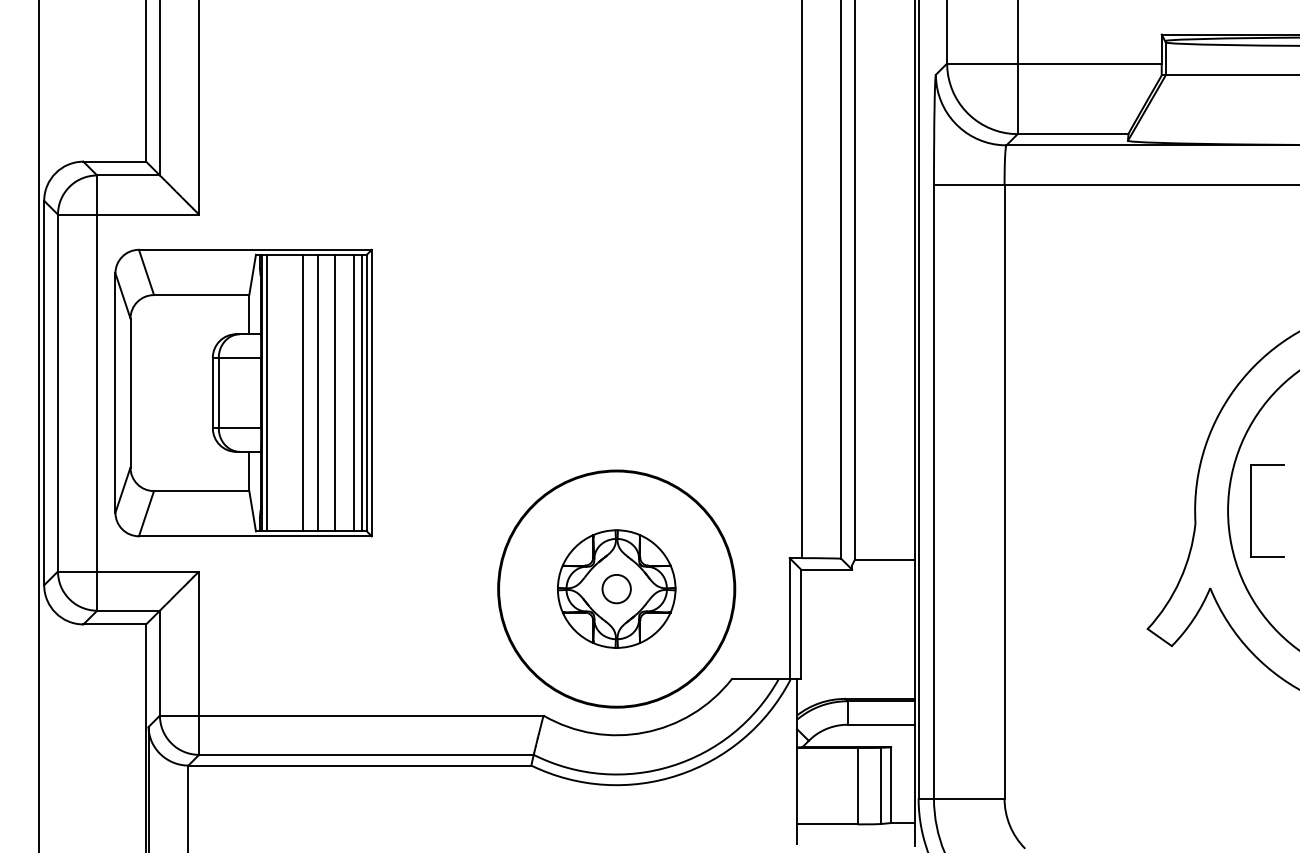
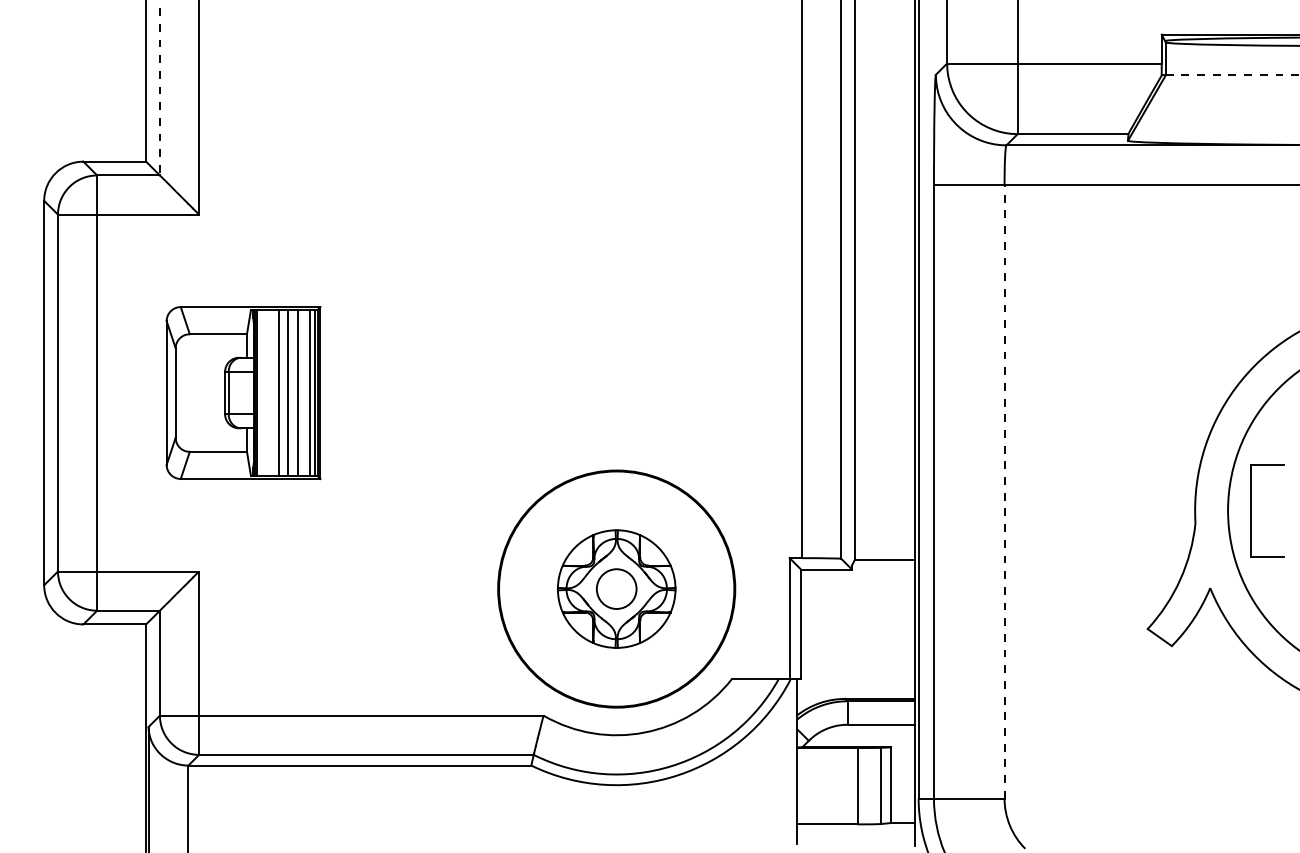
line at (1232, 75): solid -> dashed
line at (159, 88): solid -> dashed
part at (243, 392) size: 259x290 px -> 157x175 px
line at (38, 425): present -> none
line at (1004, 491): solid -> dashed
circle at (616, 588) diameter: 28 px -> 40 px
